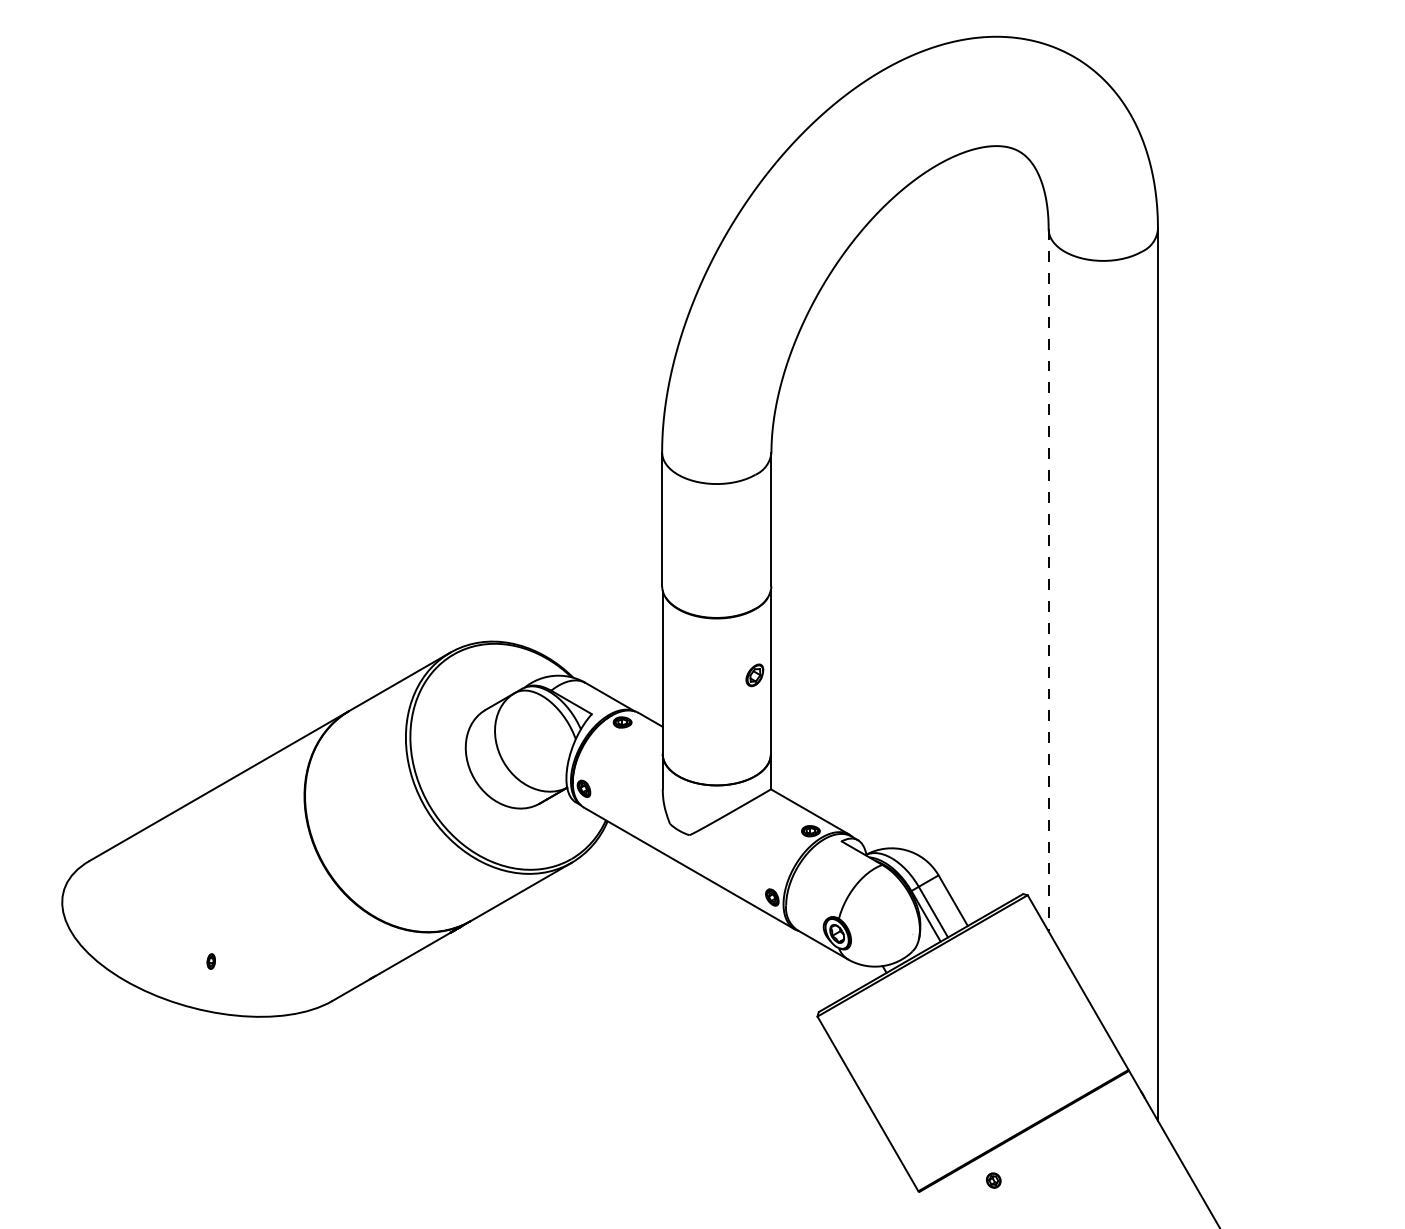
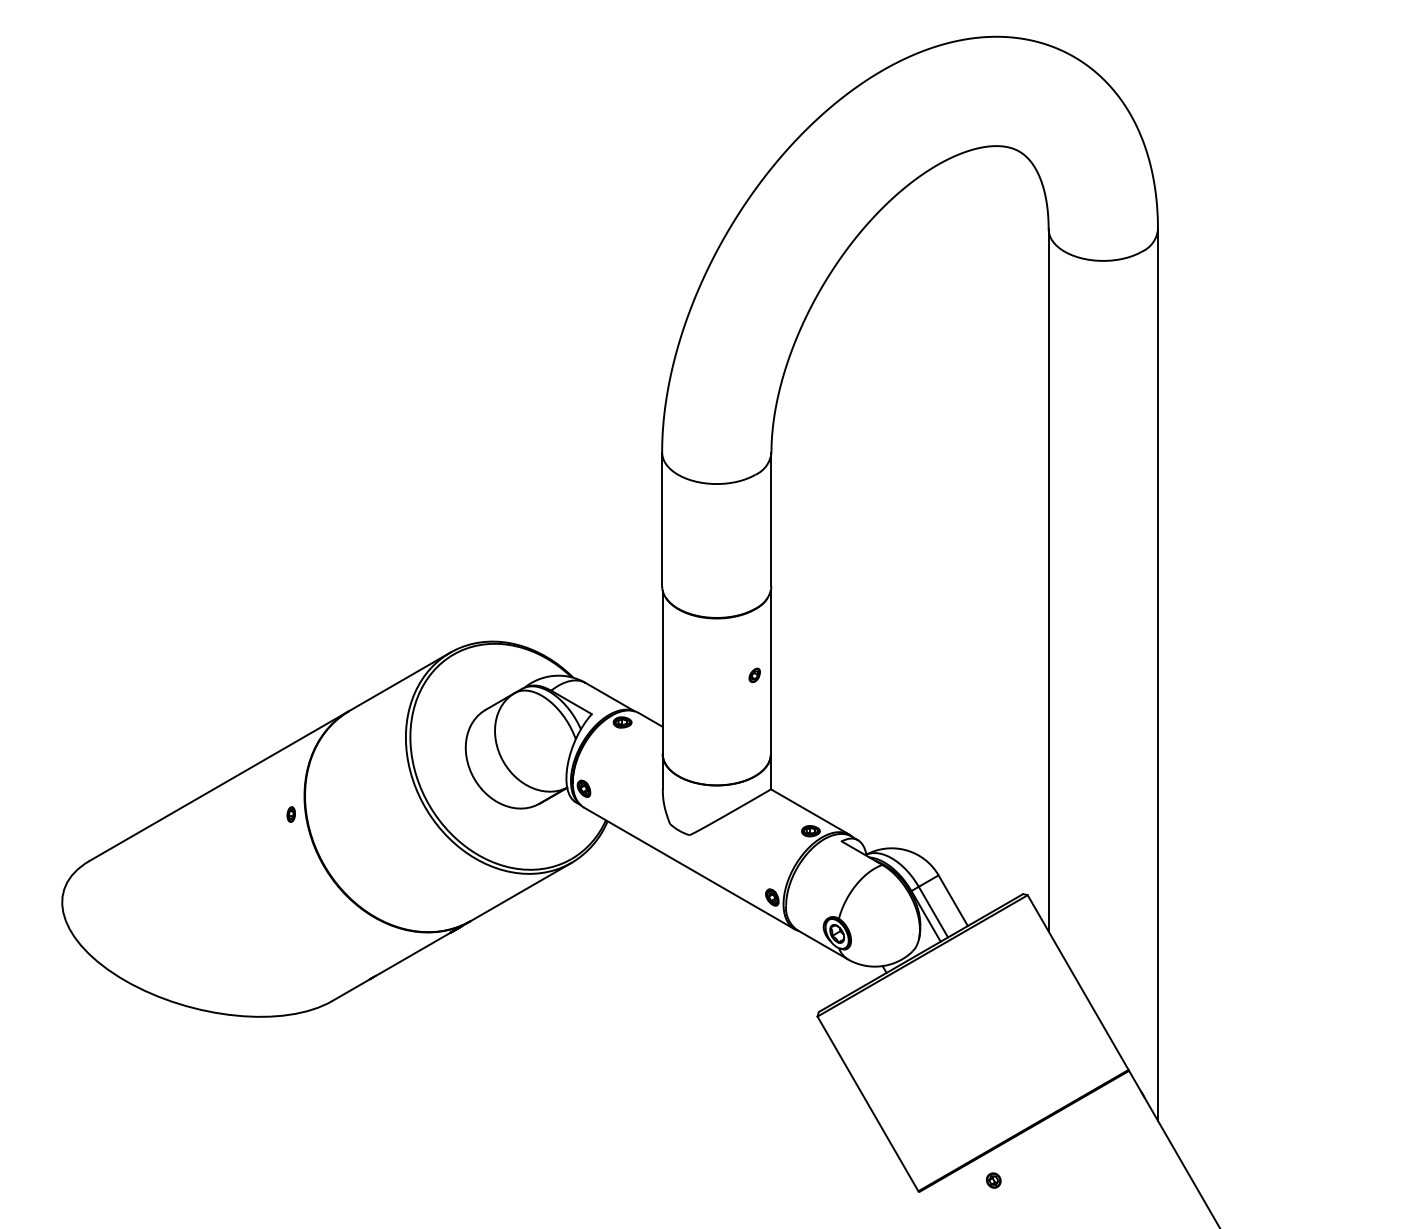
line at (1048, 580): dashed -> solid
part at (754, 675) size: 20x25 px -> 13x17 px
part at (210, 961) position: (210, 961) -> (290, 814)
